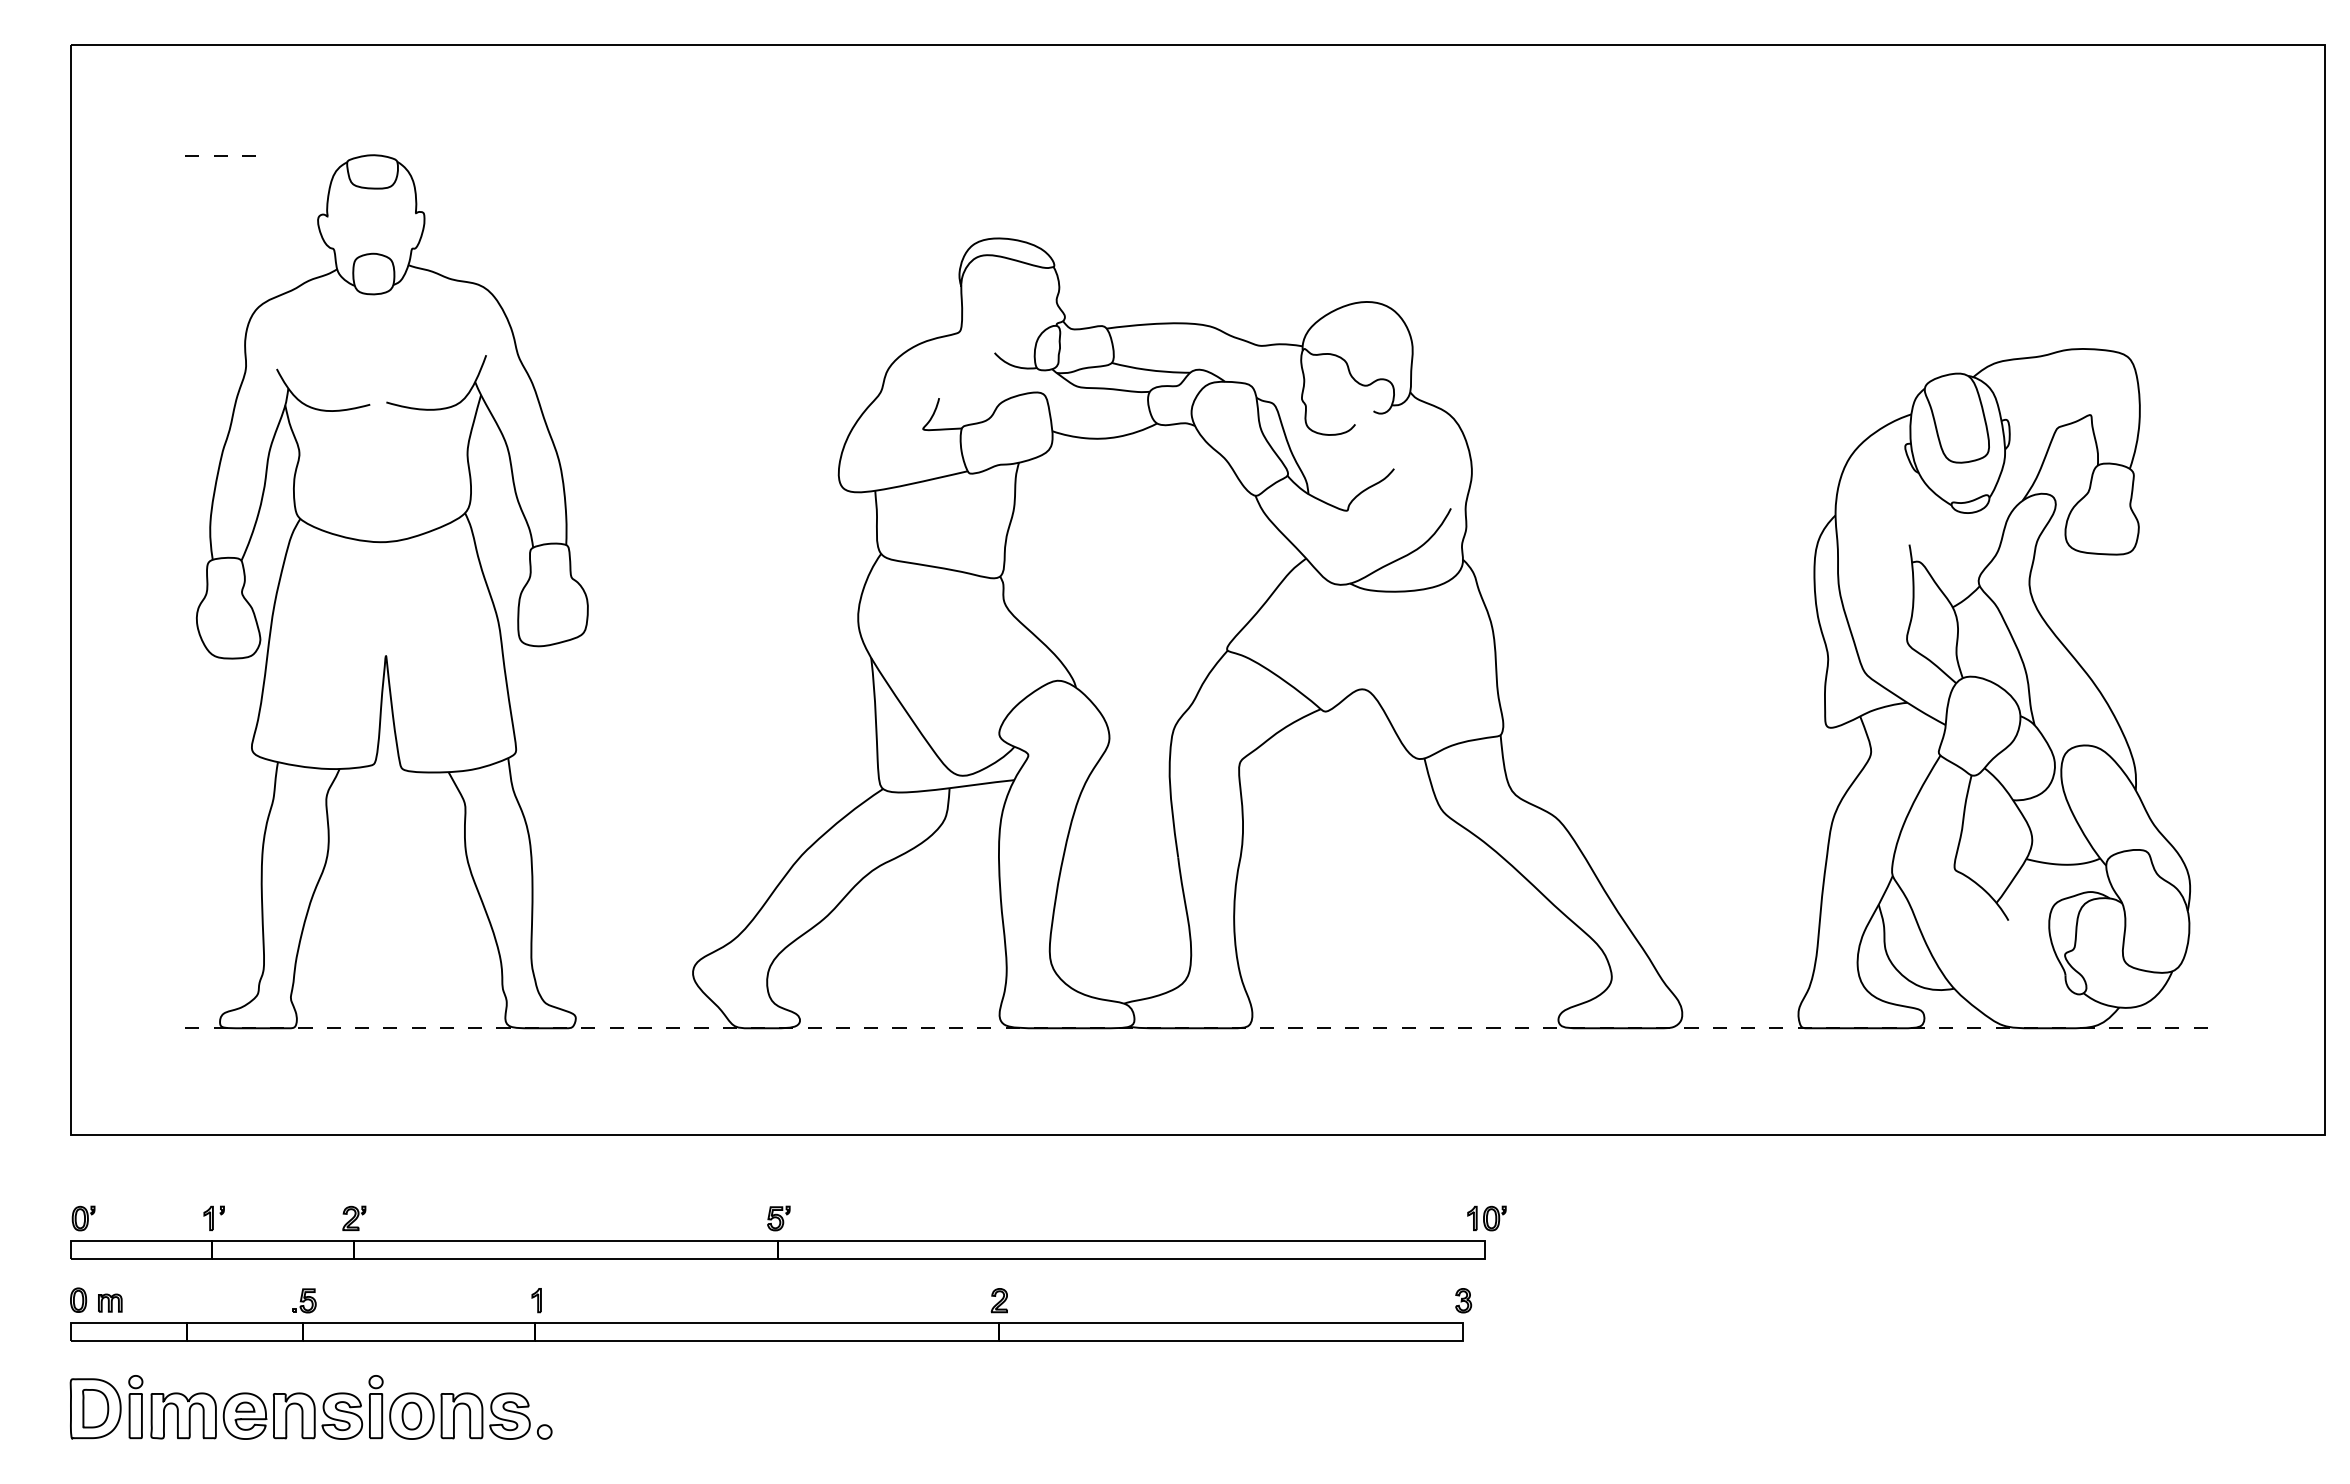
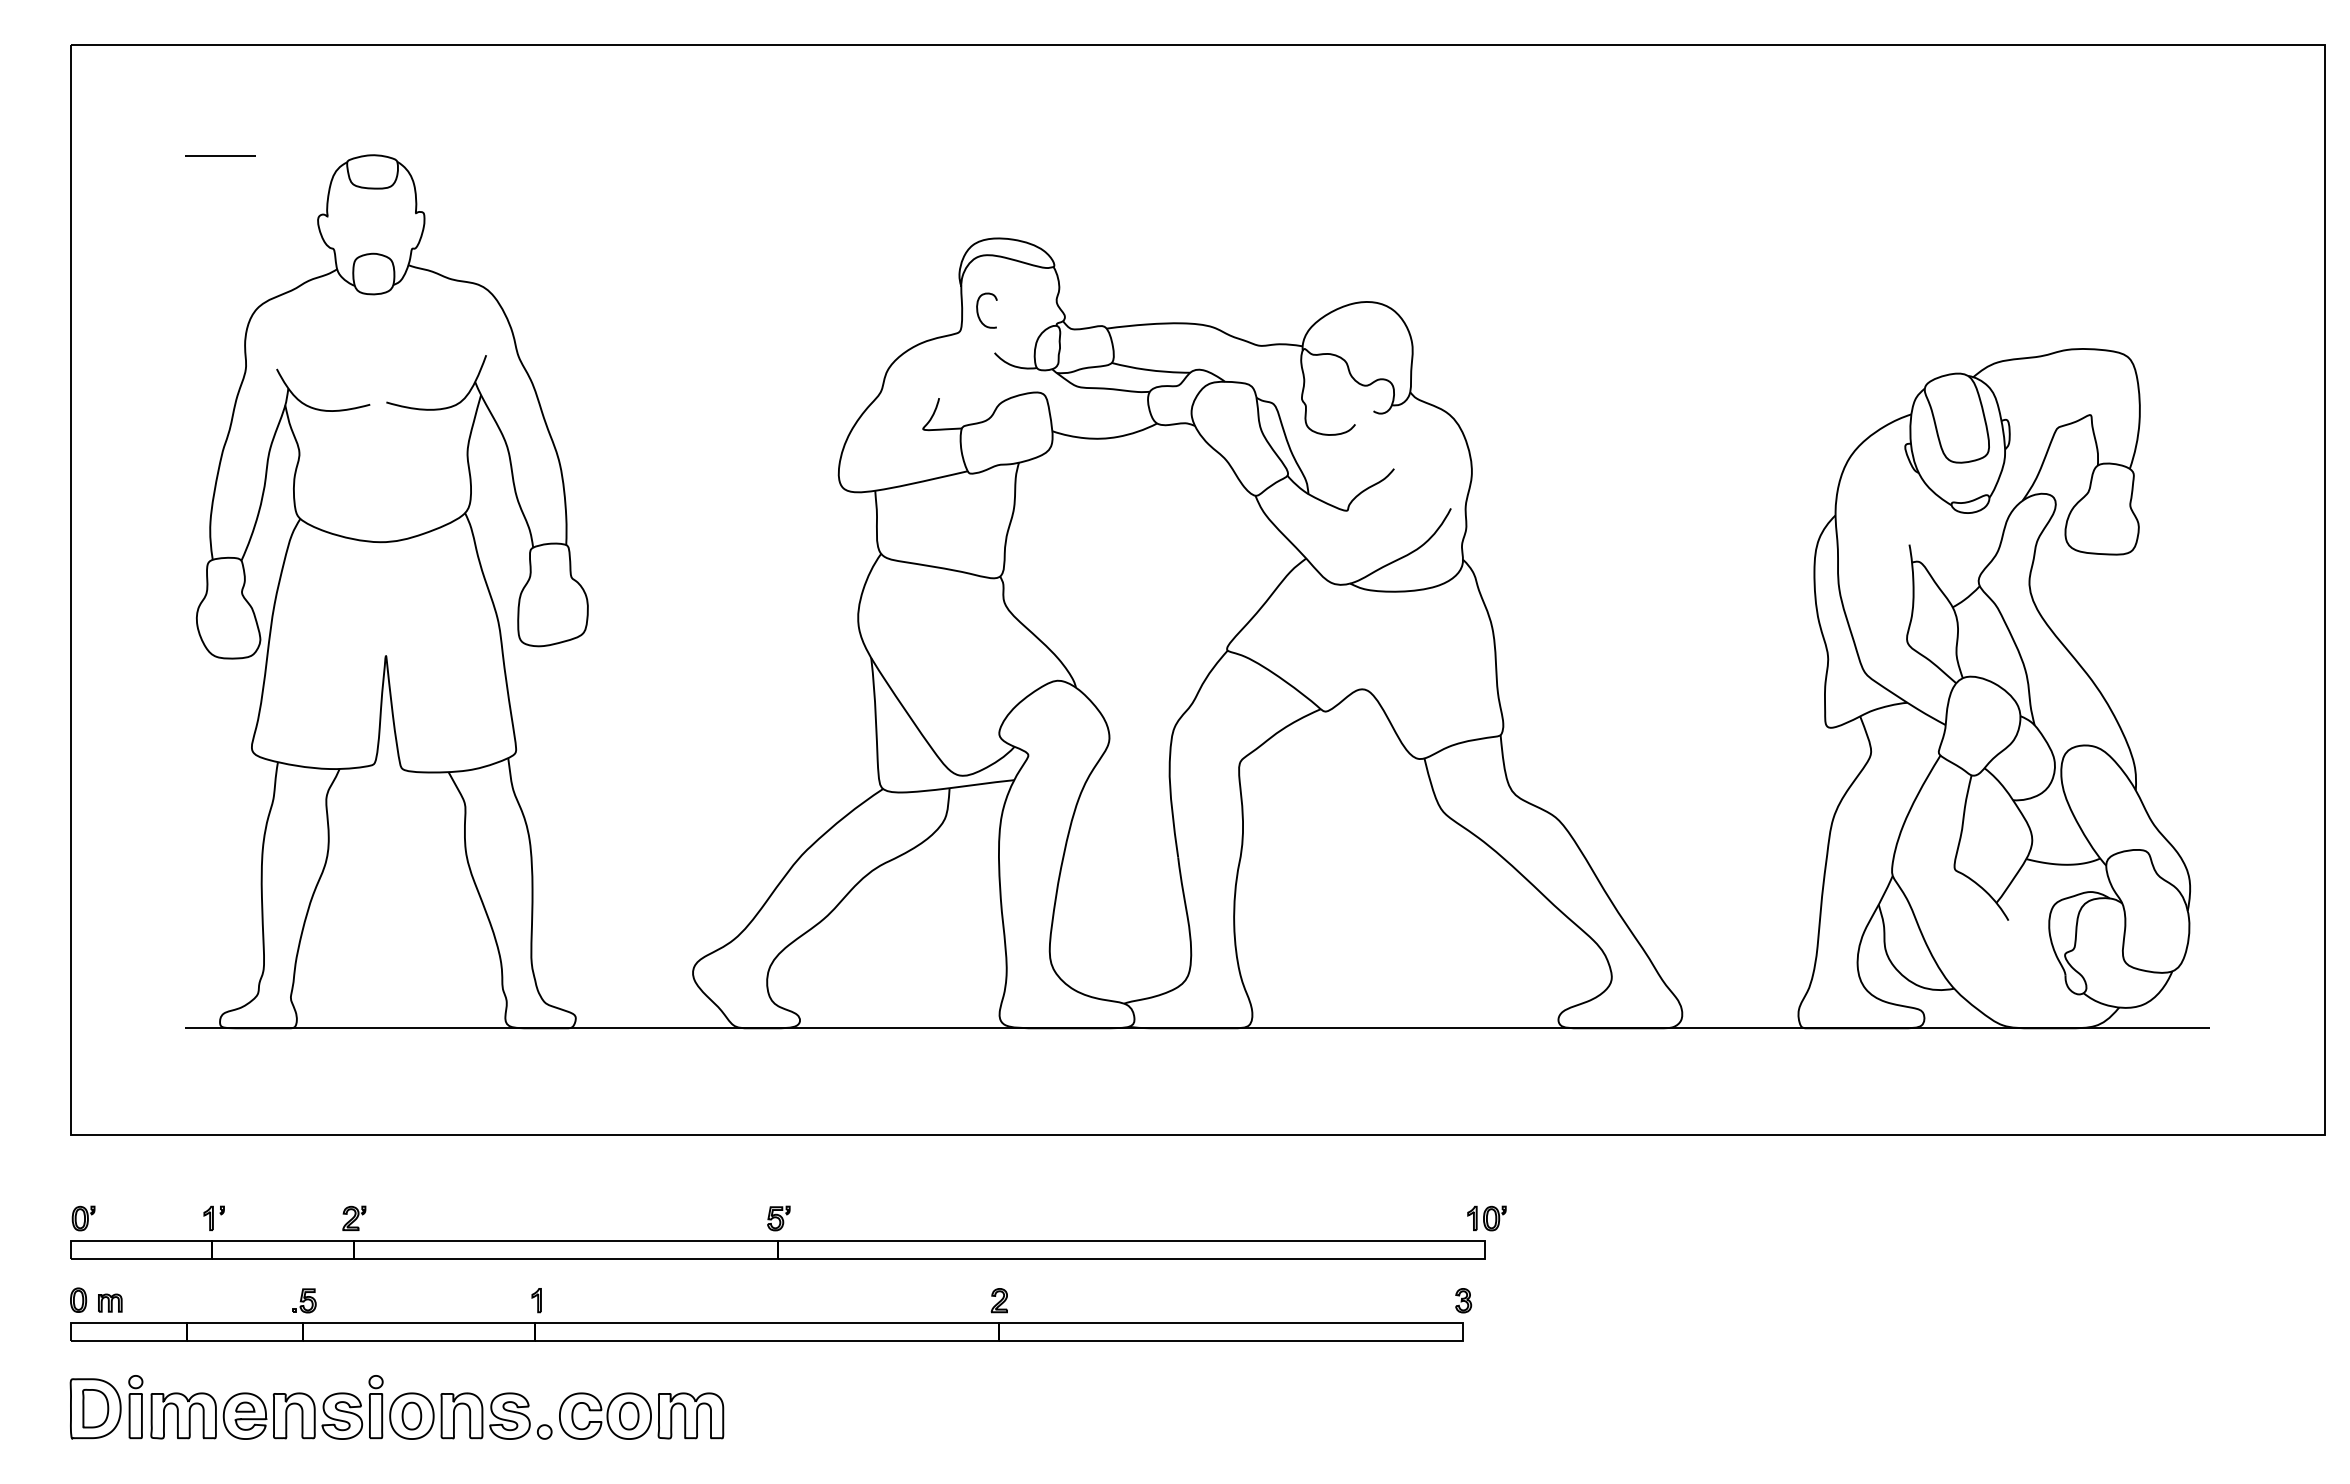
line at (221, 156): dashed -> solid
curve at (978, 310): none -> present
line at (1197, 1028): dashed -> solid
part at (641, 1415): none -> present
